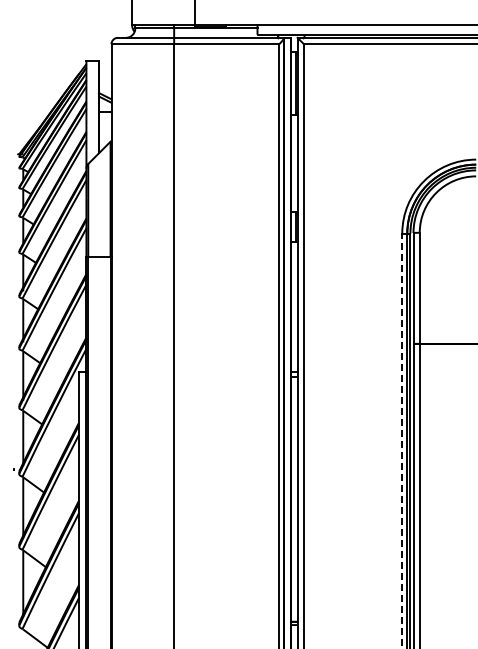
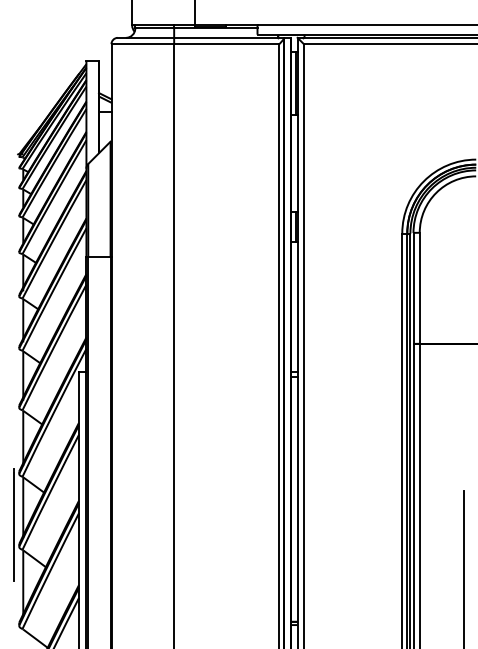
line at (402, 440): dashed -> solid
line at (14, 526): none -> present
line at (463, 568): none -> present
